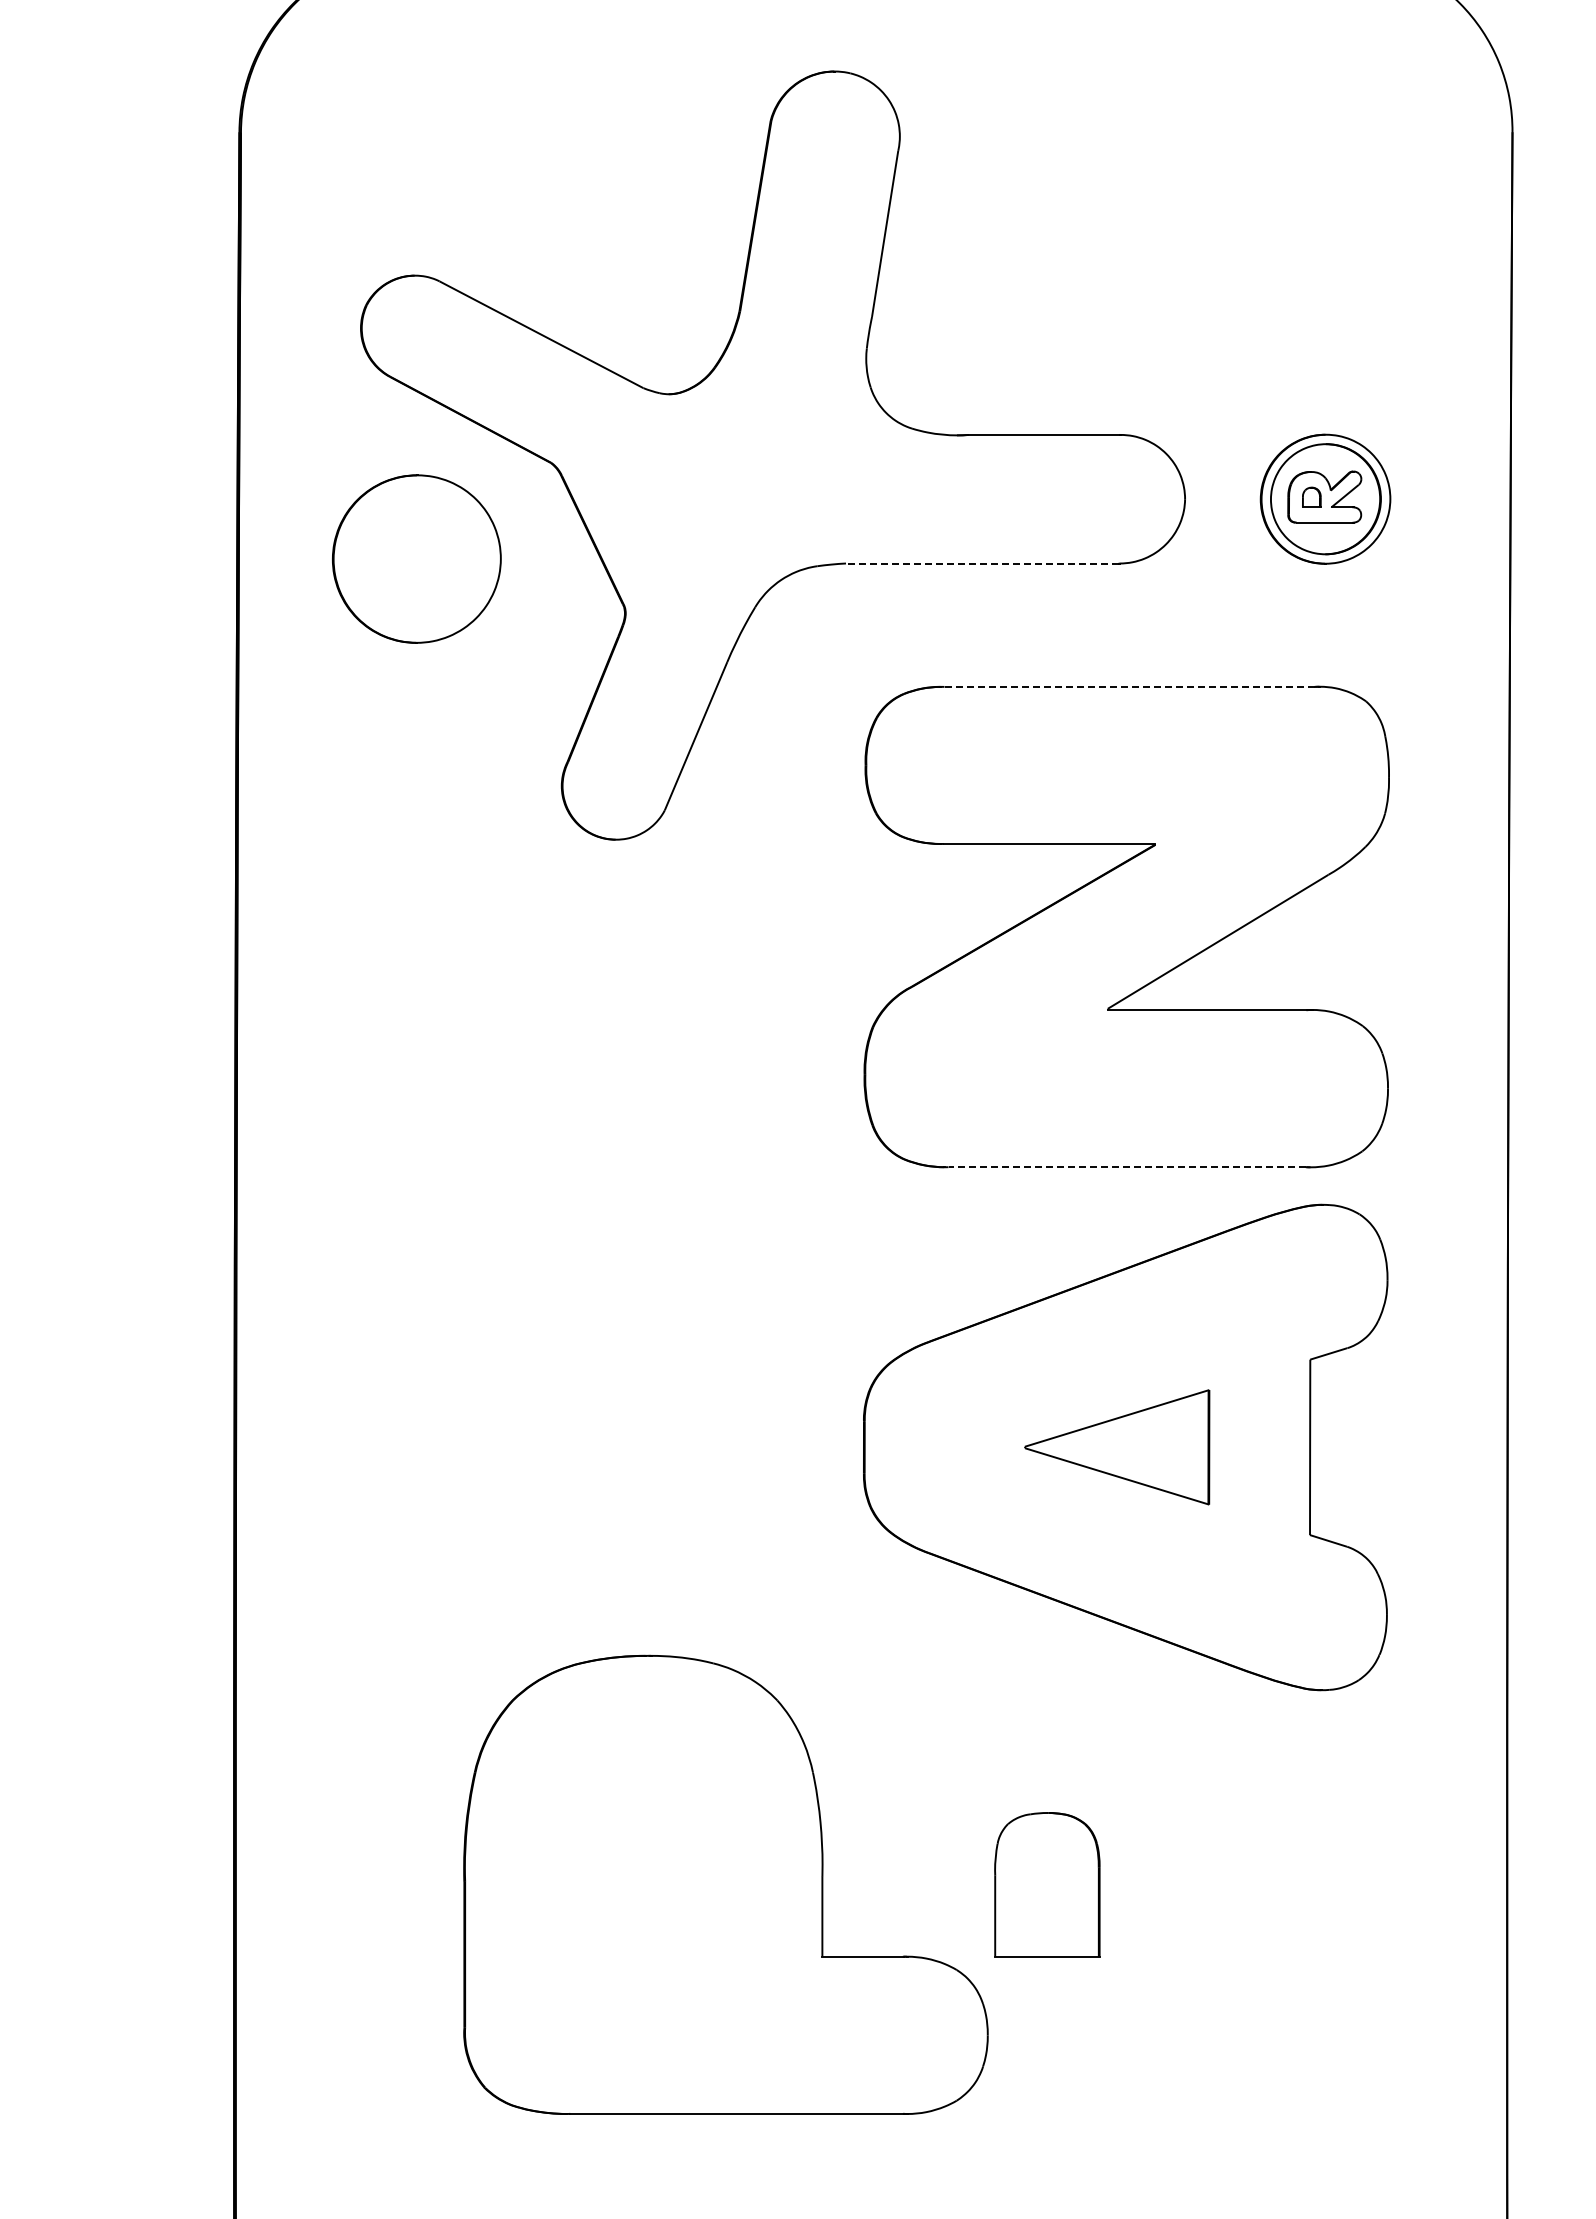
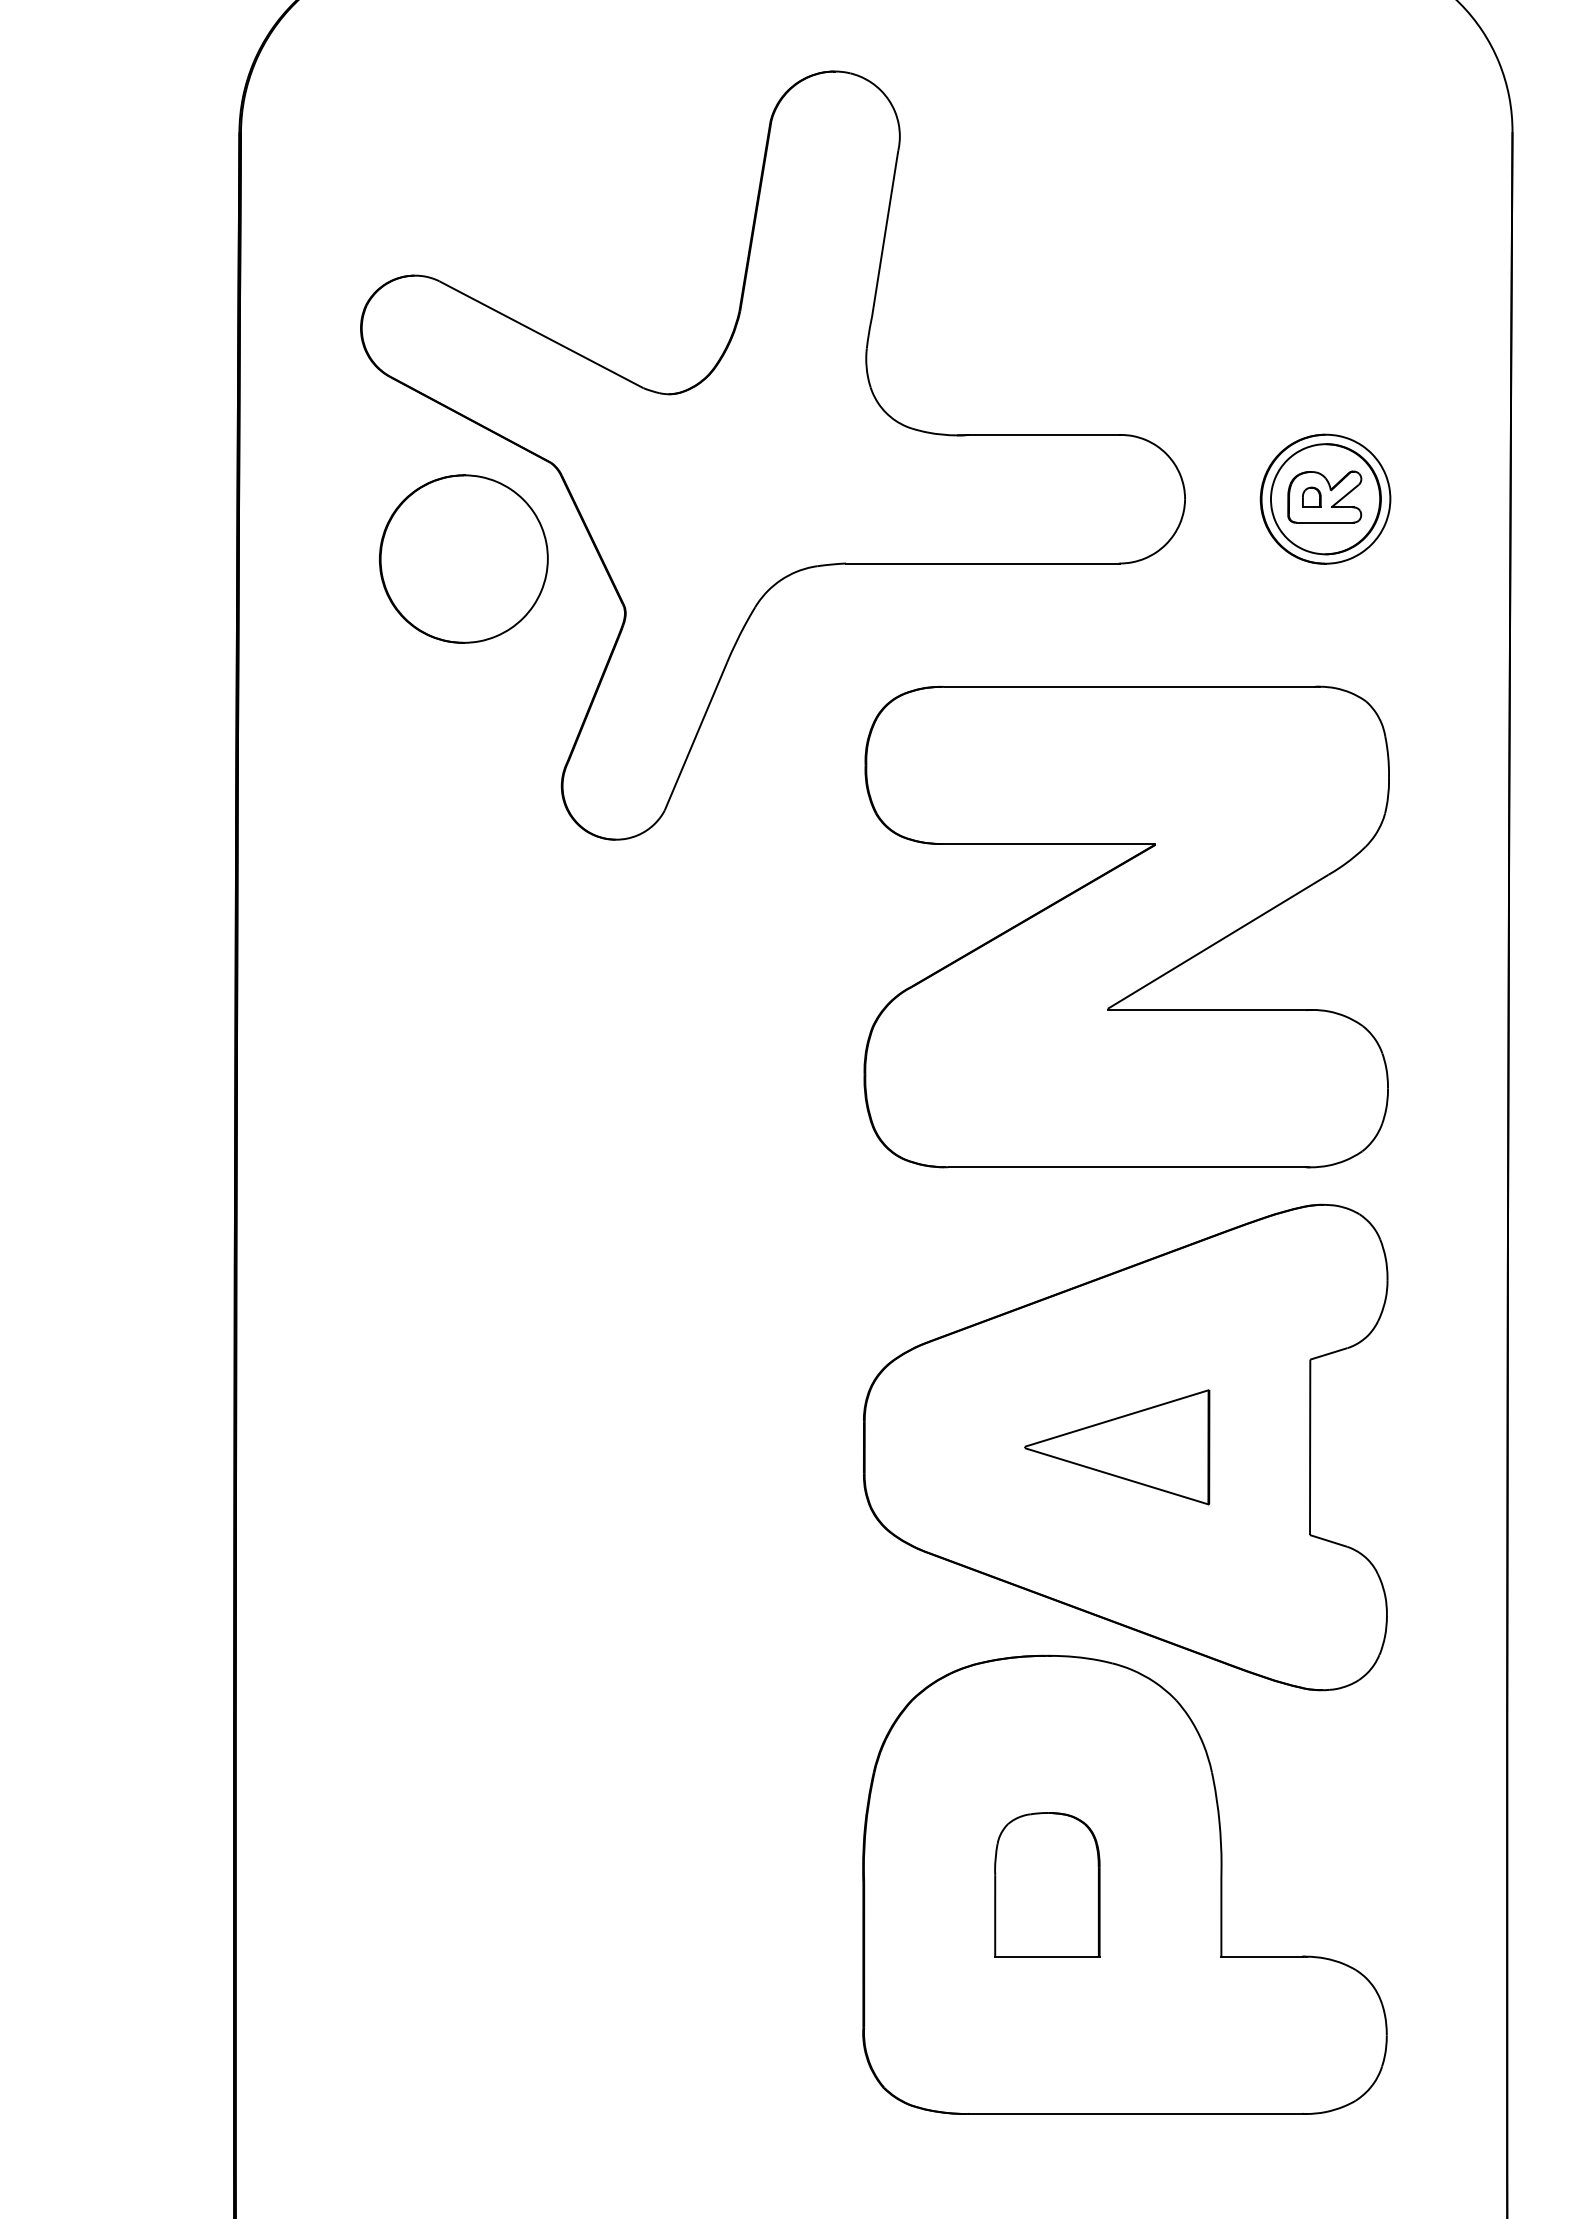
part at (416, 558) position: (416, 558) -> (463, 558)
line at (982, 563): dashed -> solid
line at (1130, 686): dashed -> solid
line at (1127, 1167): dashed -> solid
part at (725, 1884) position: (725, 1884) -> (1124, 1884)
